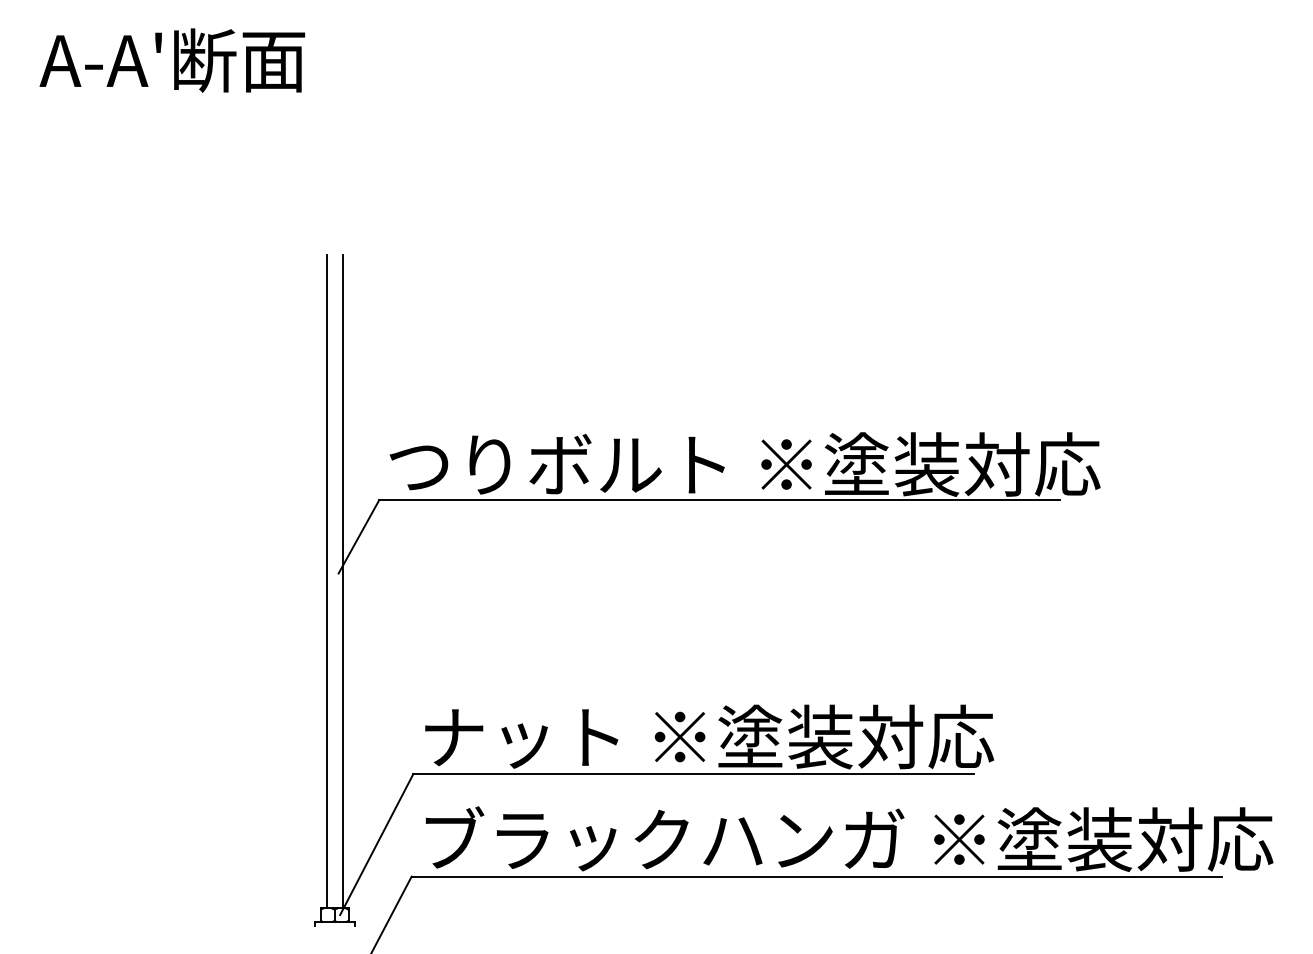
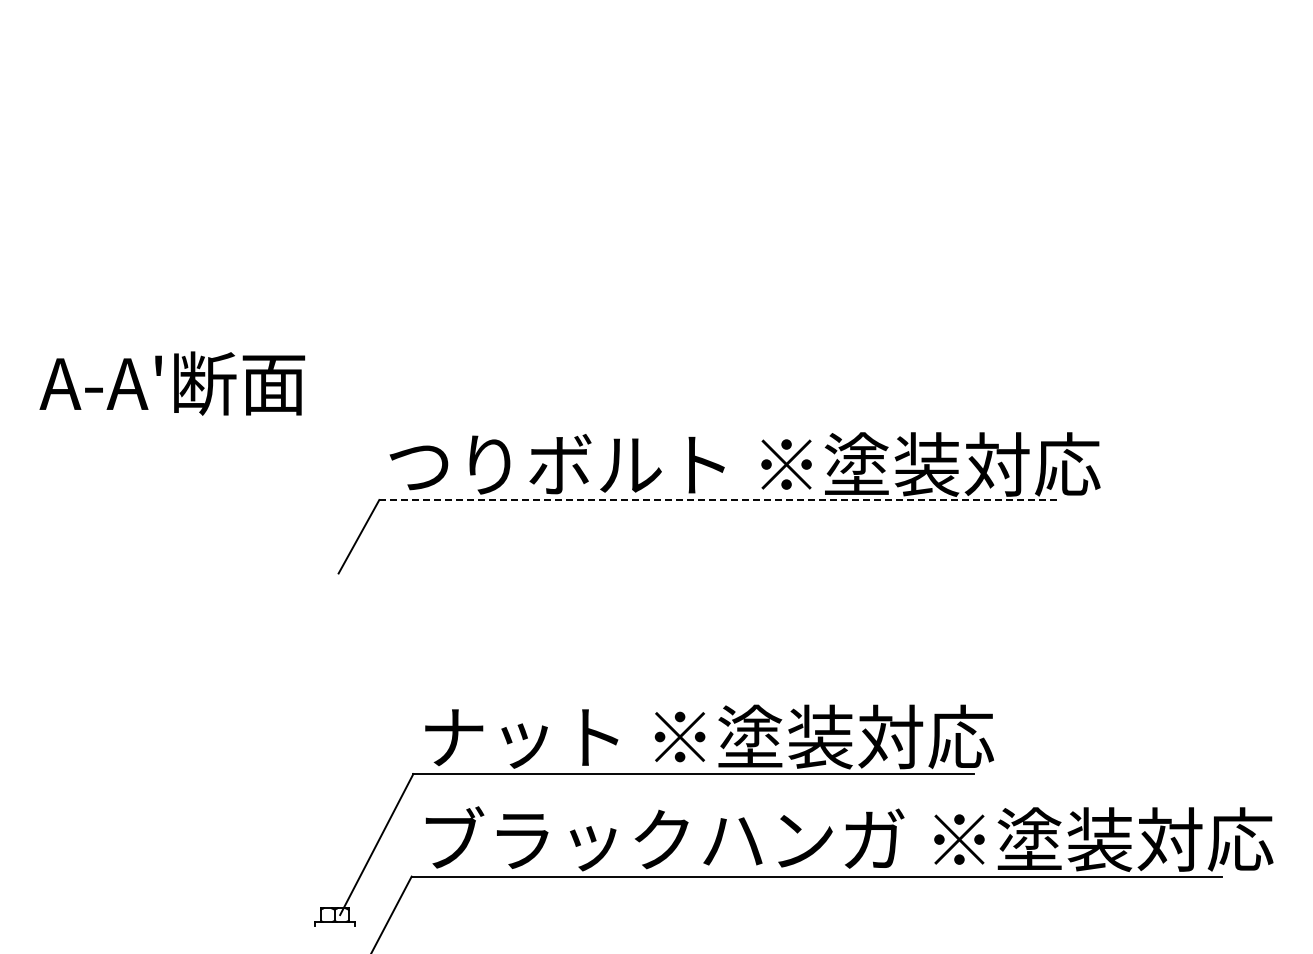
text at (172, 60) position: (172, 60) -> (172, 383)
line at (720, 500): solid -> dashed
line at (327, 581): present -> none
line at (342, 581): present -> none
